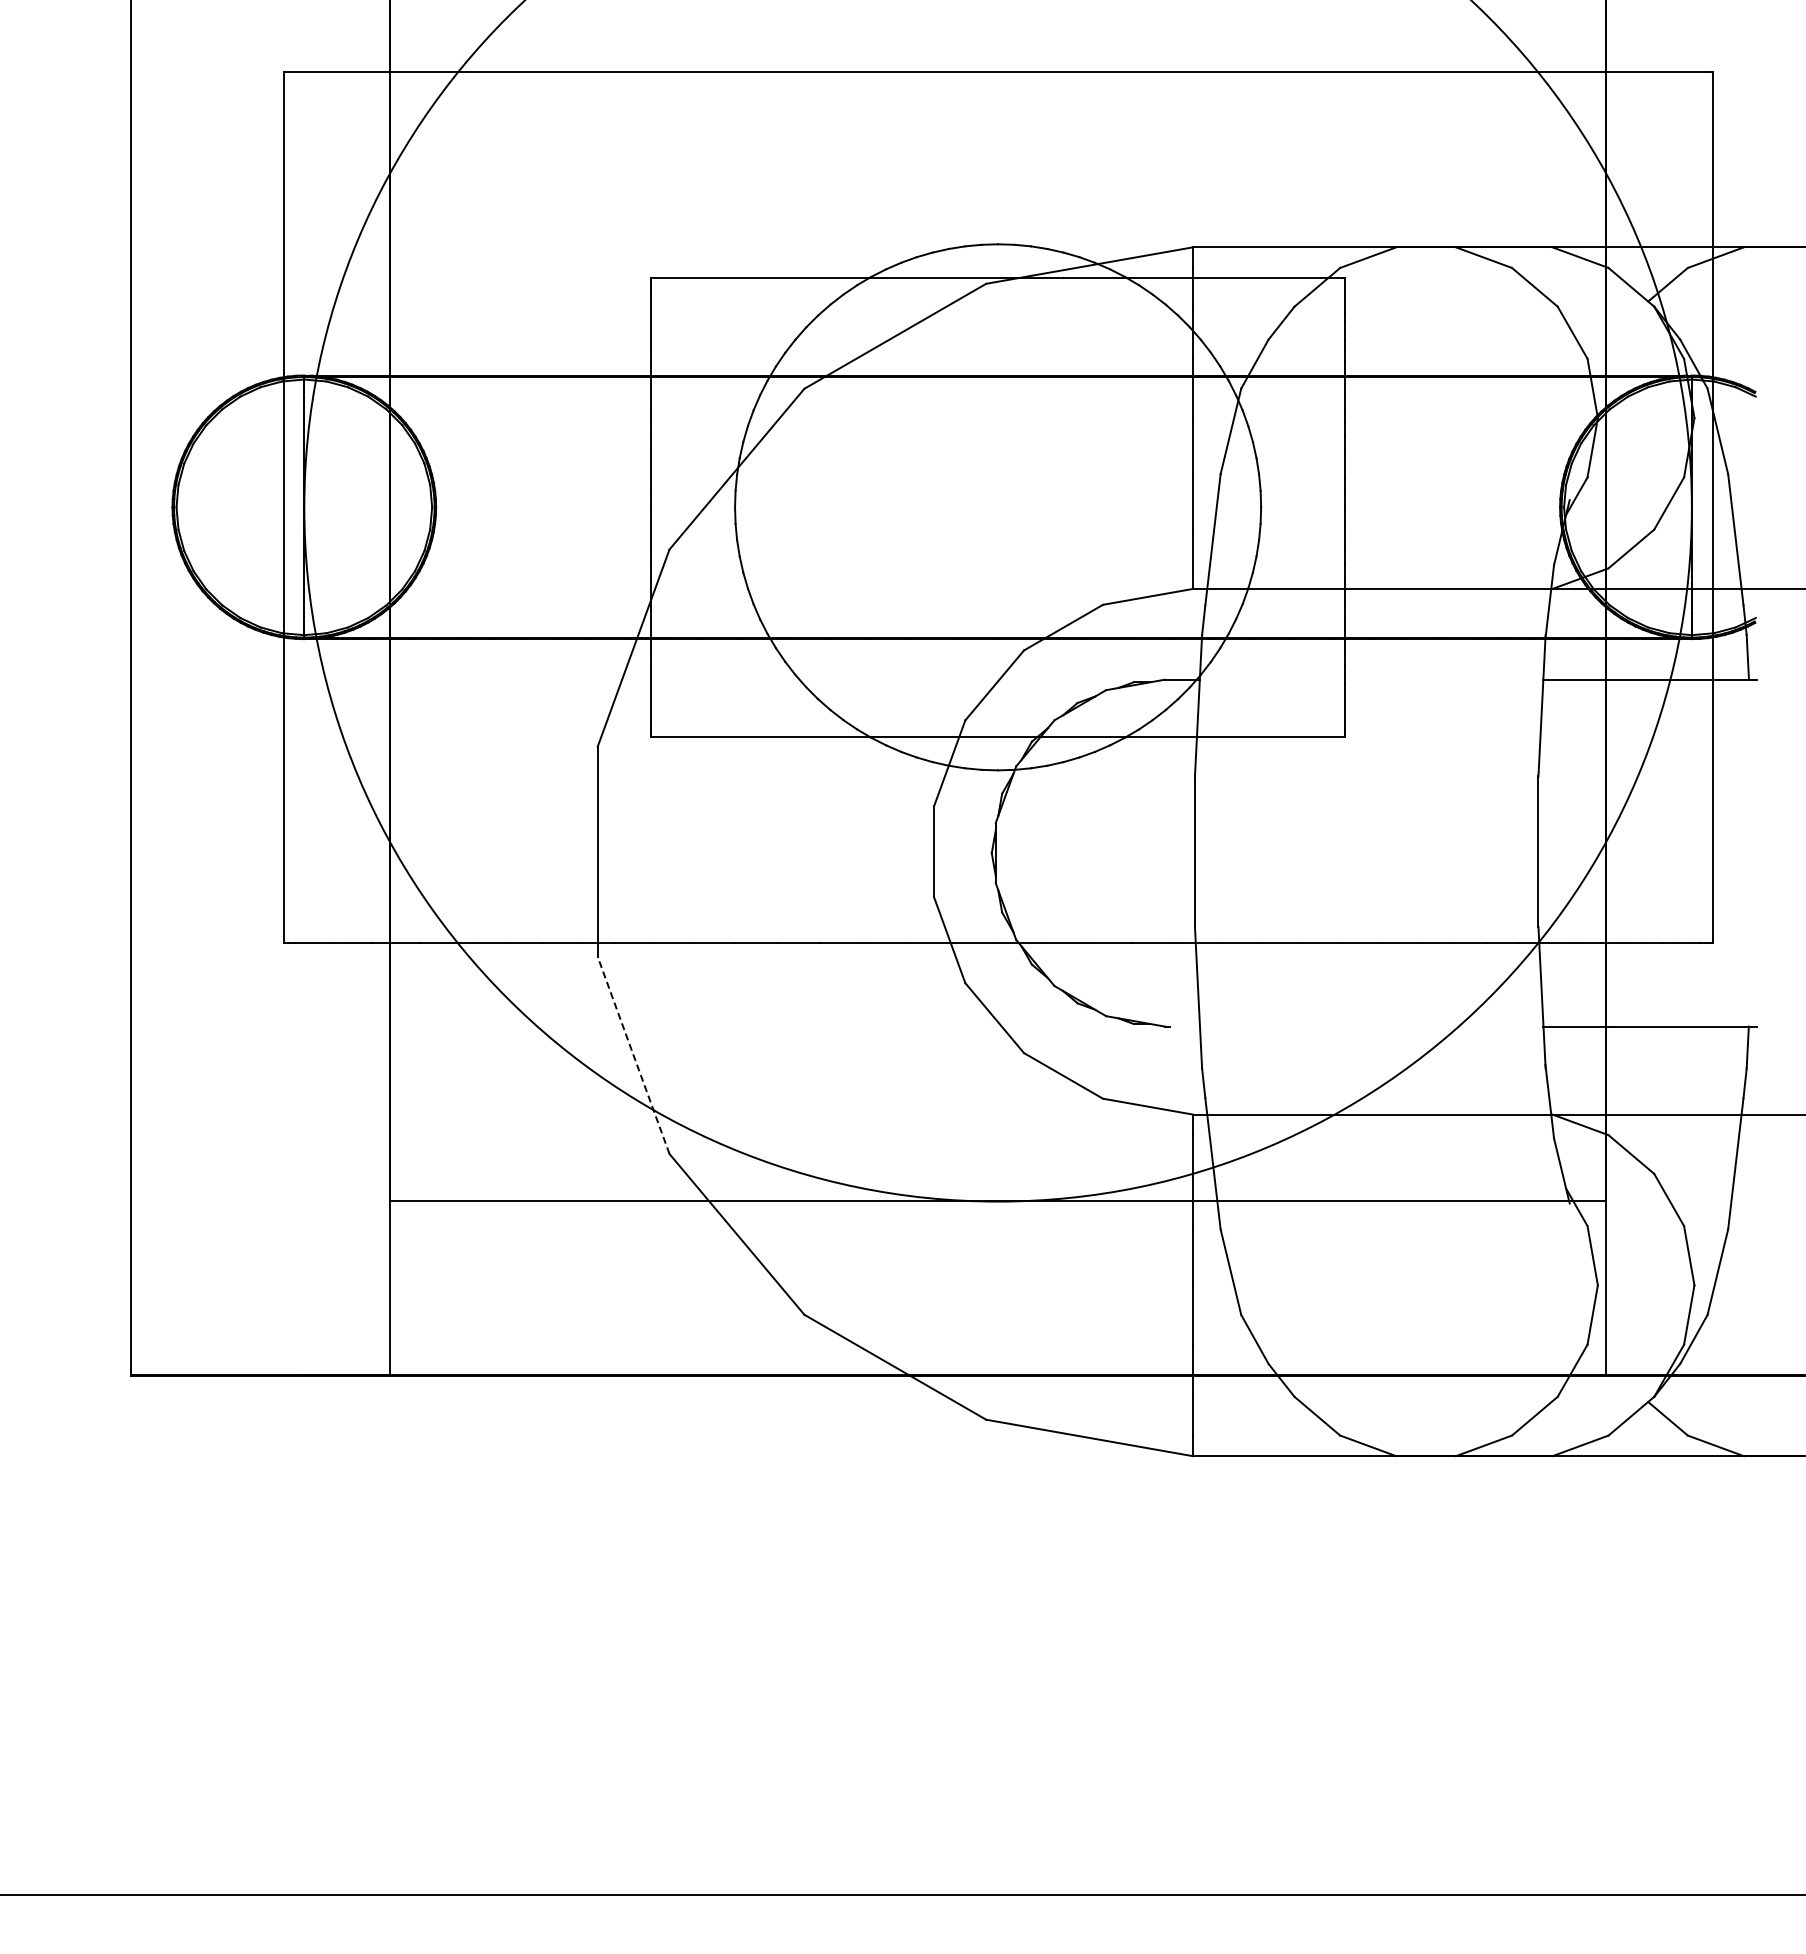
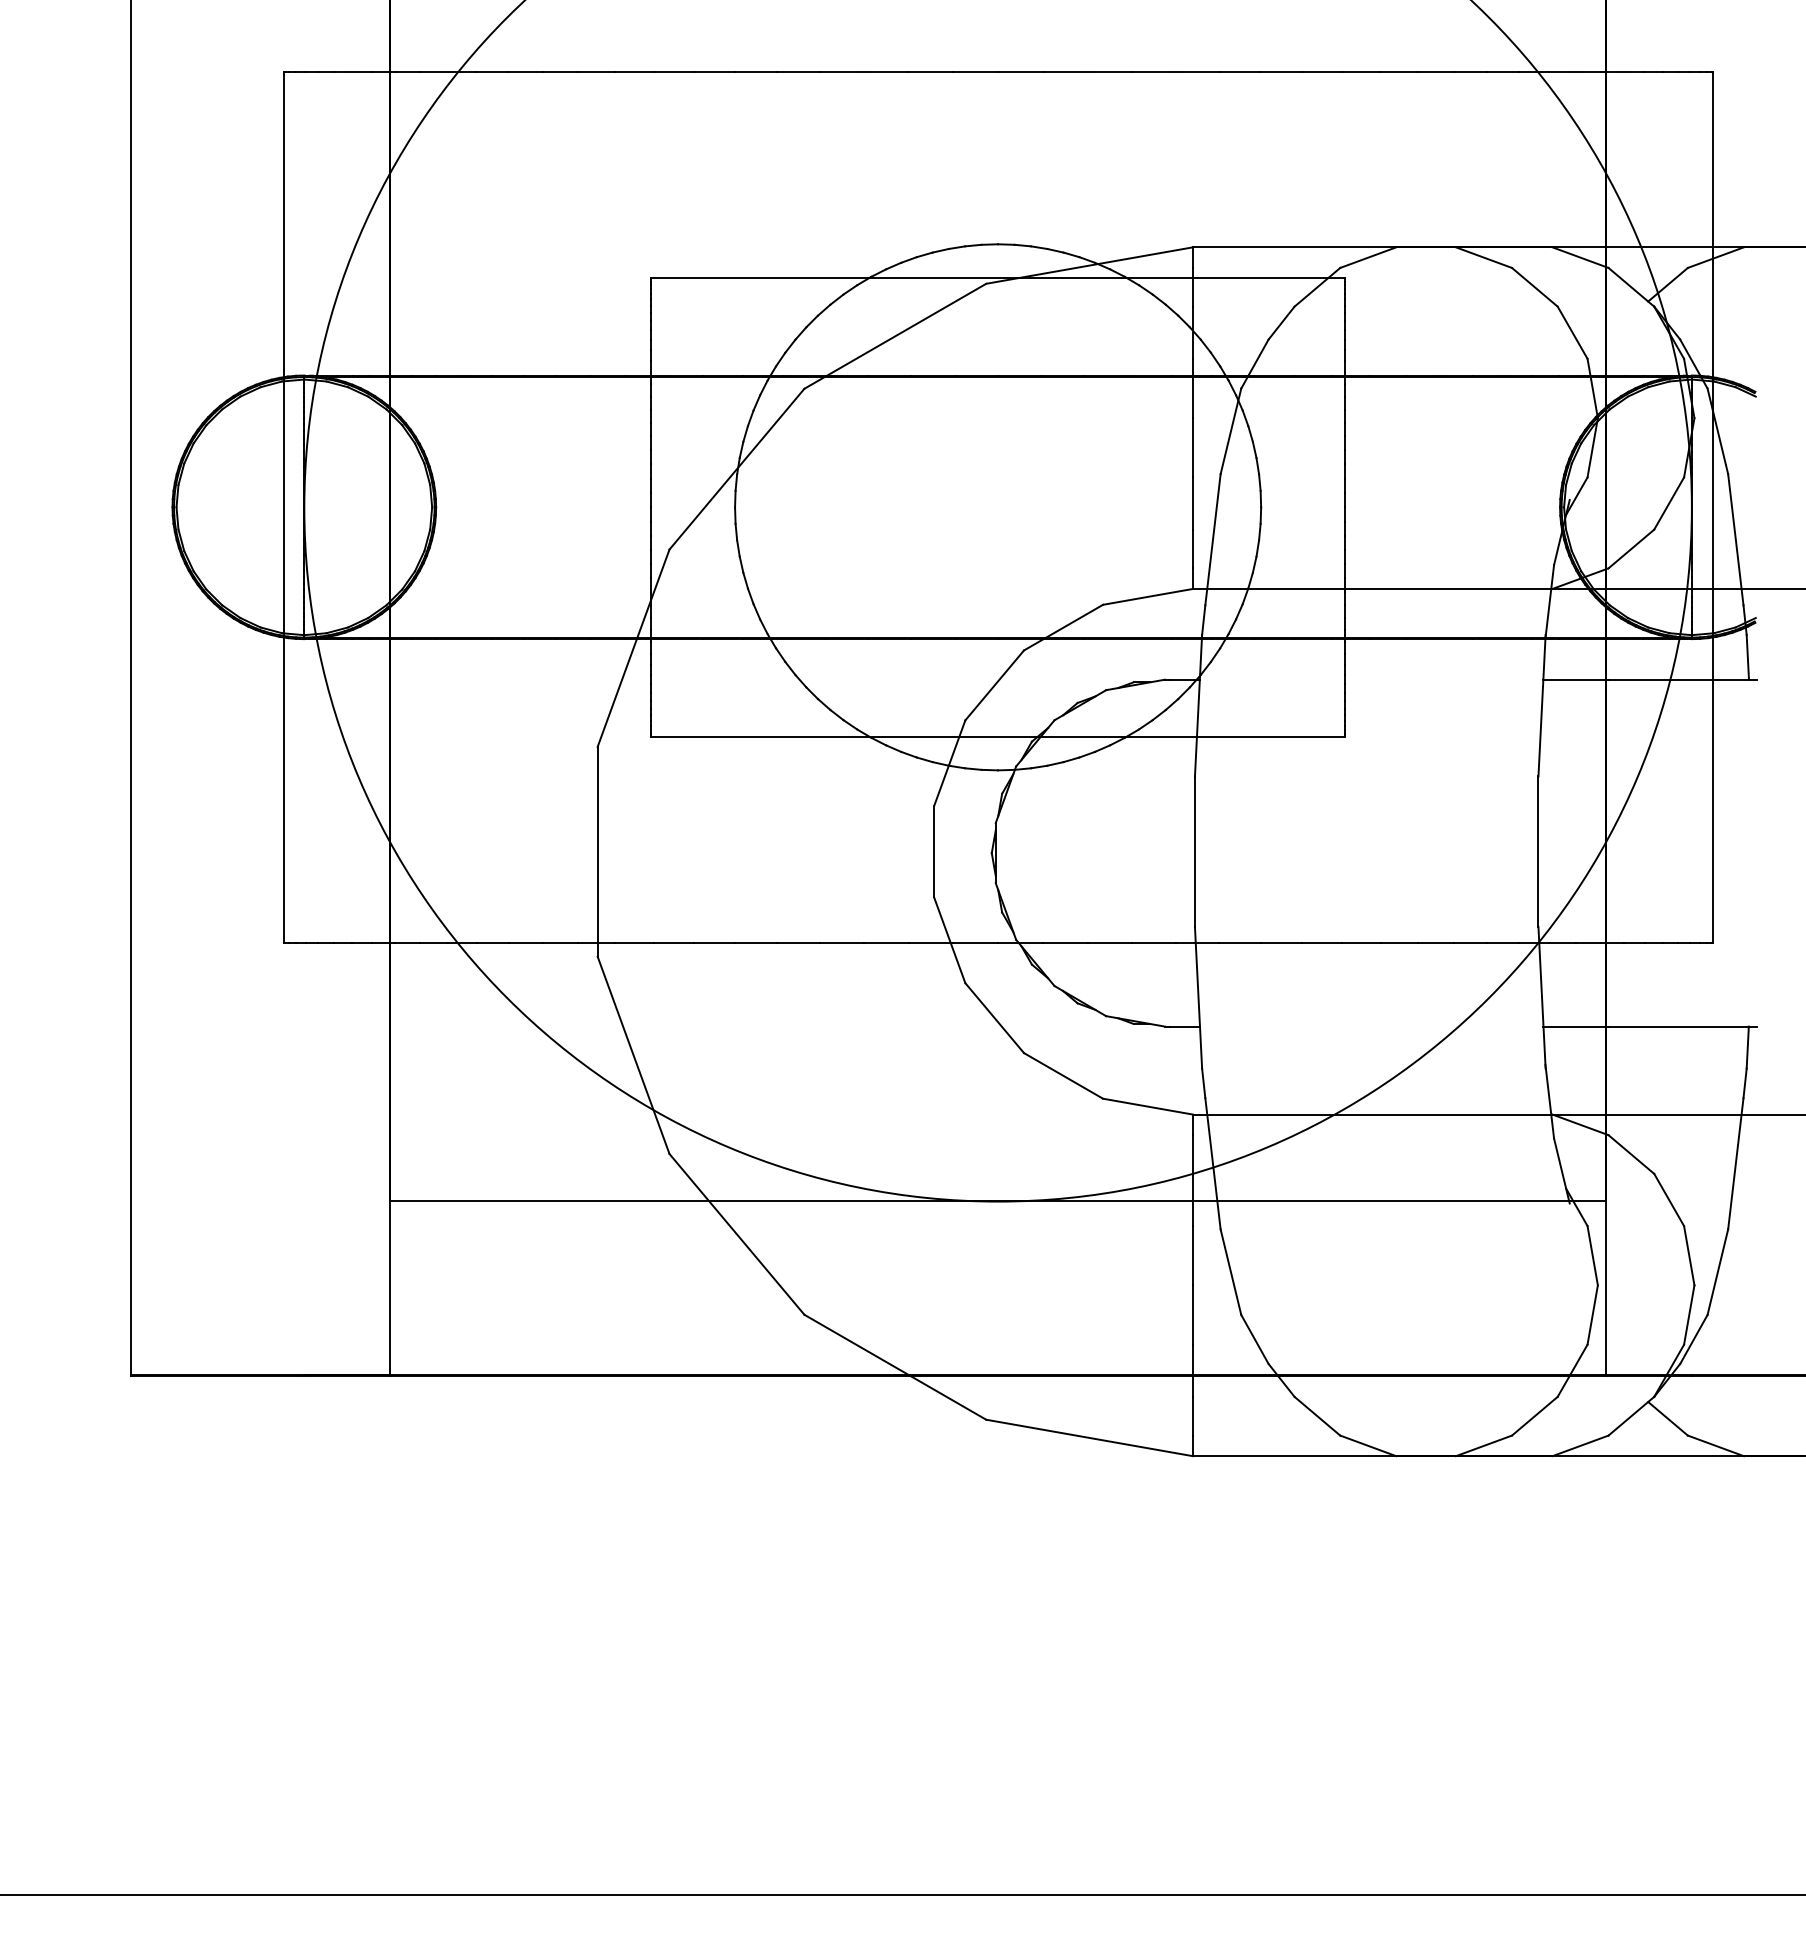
line at (1184, 1026): none -> present
line at (633, 1055): dashed -> solid
